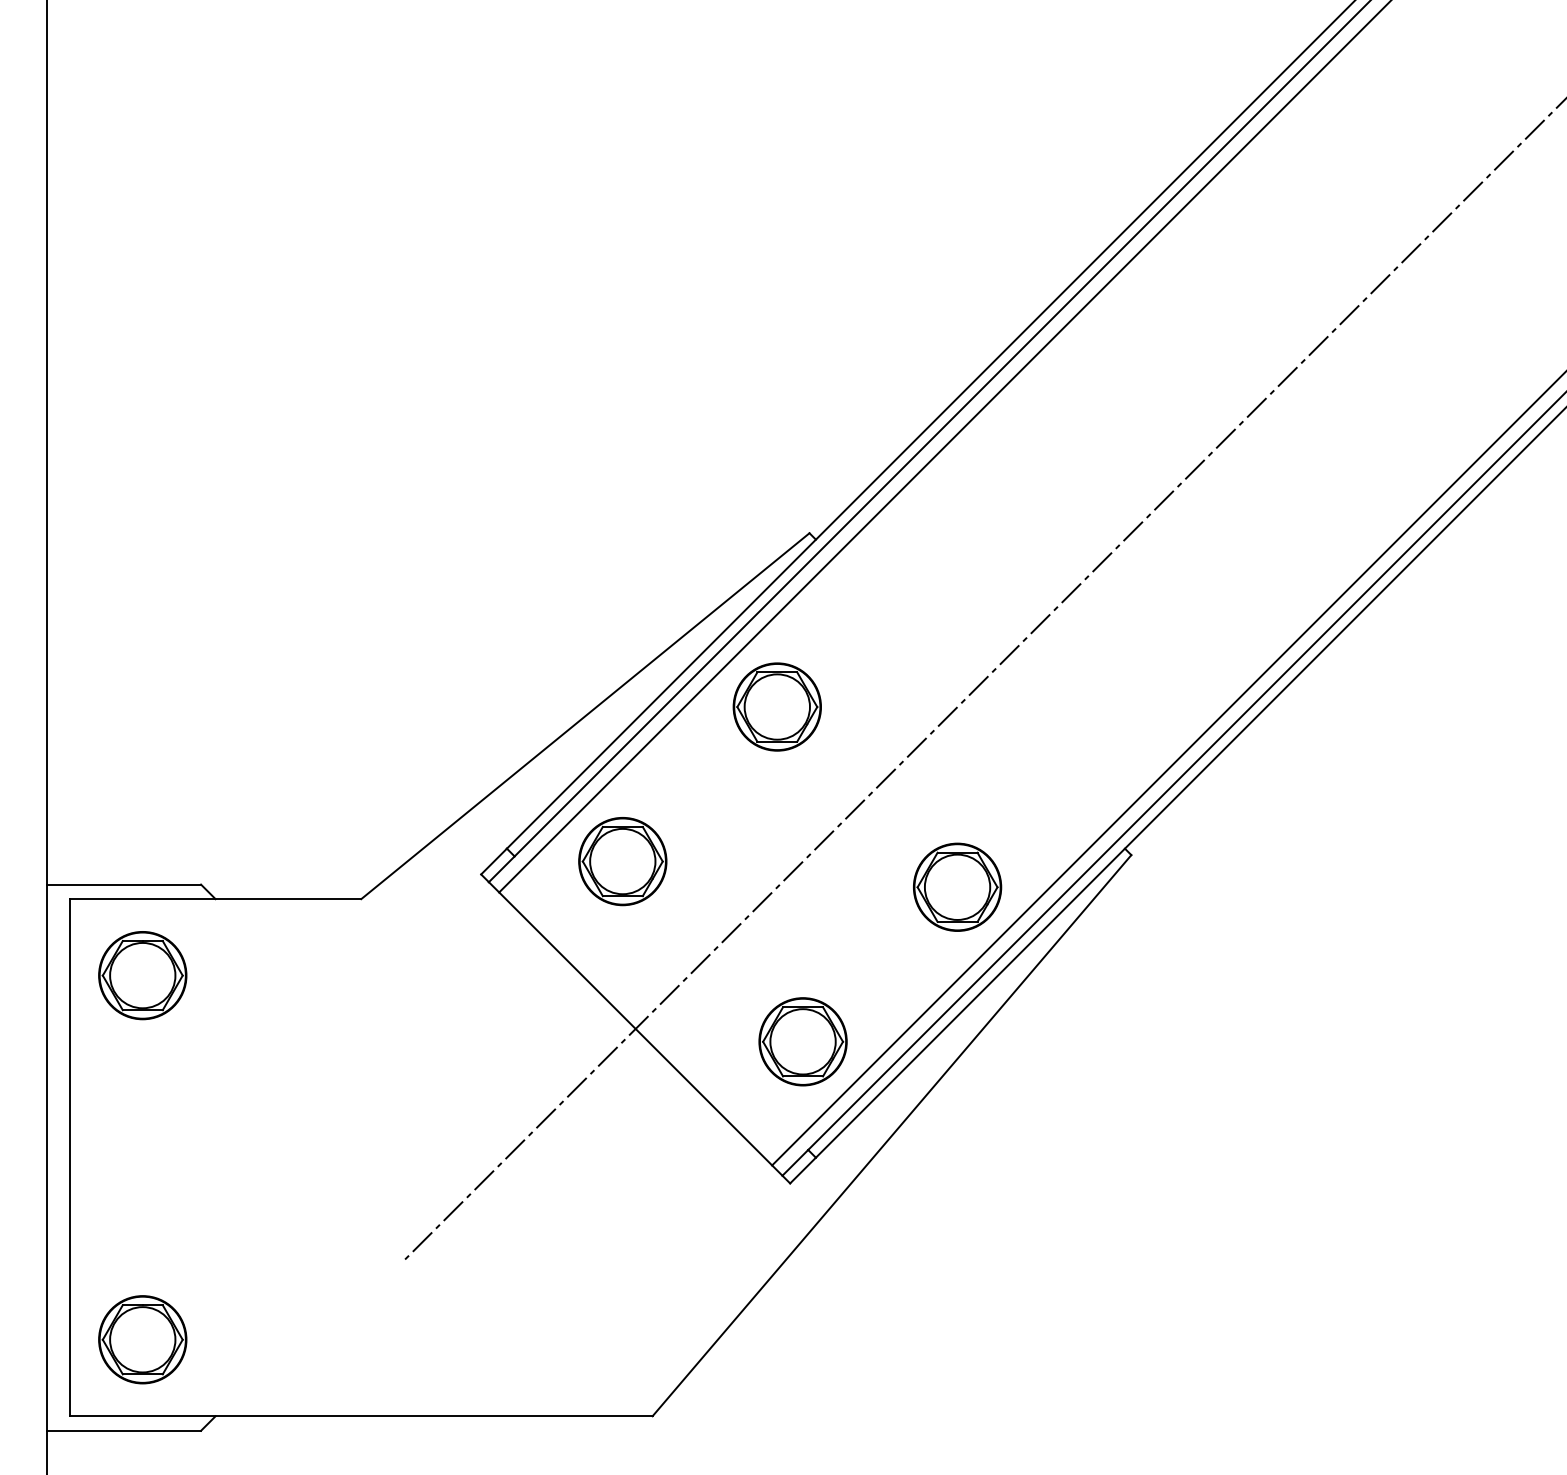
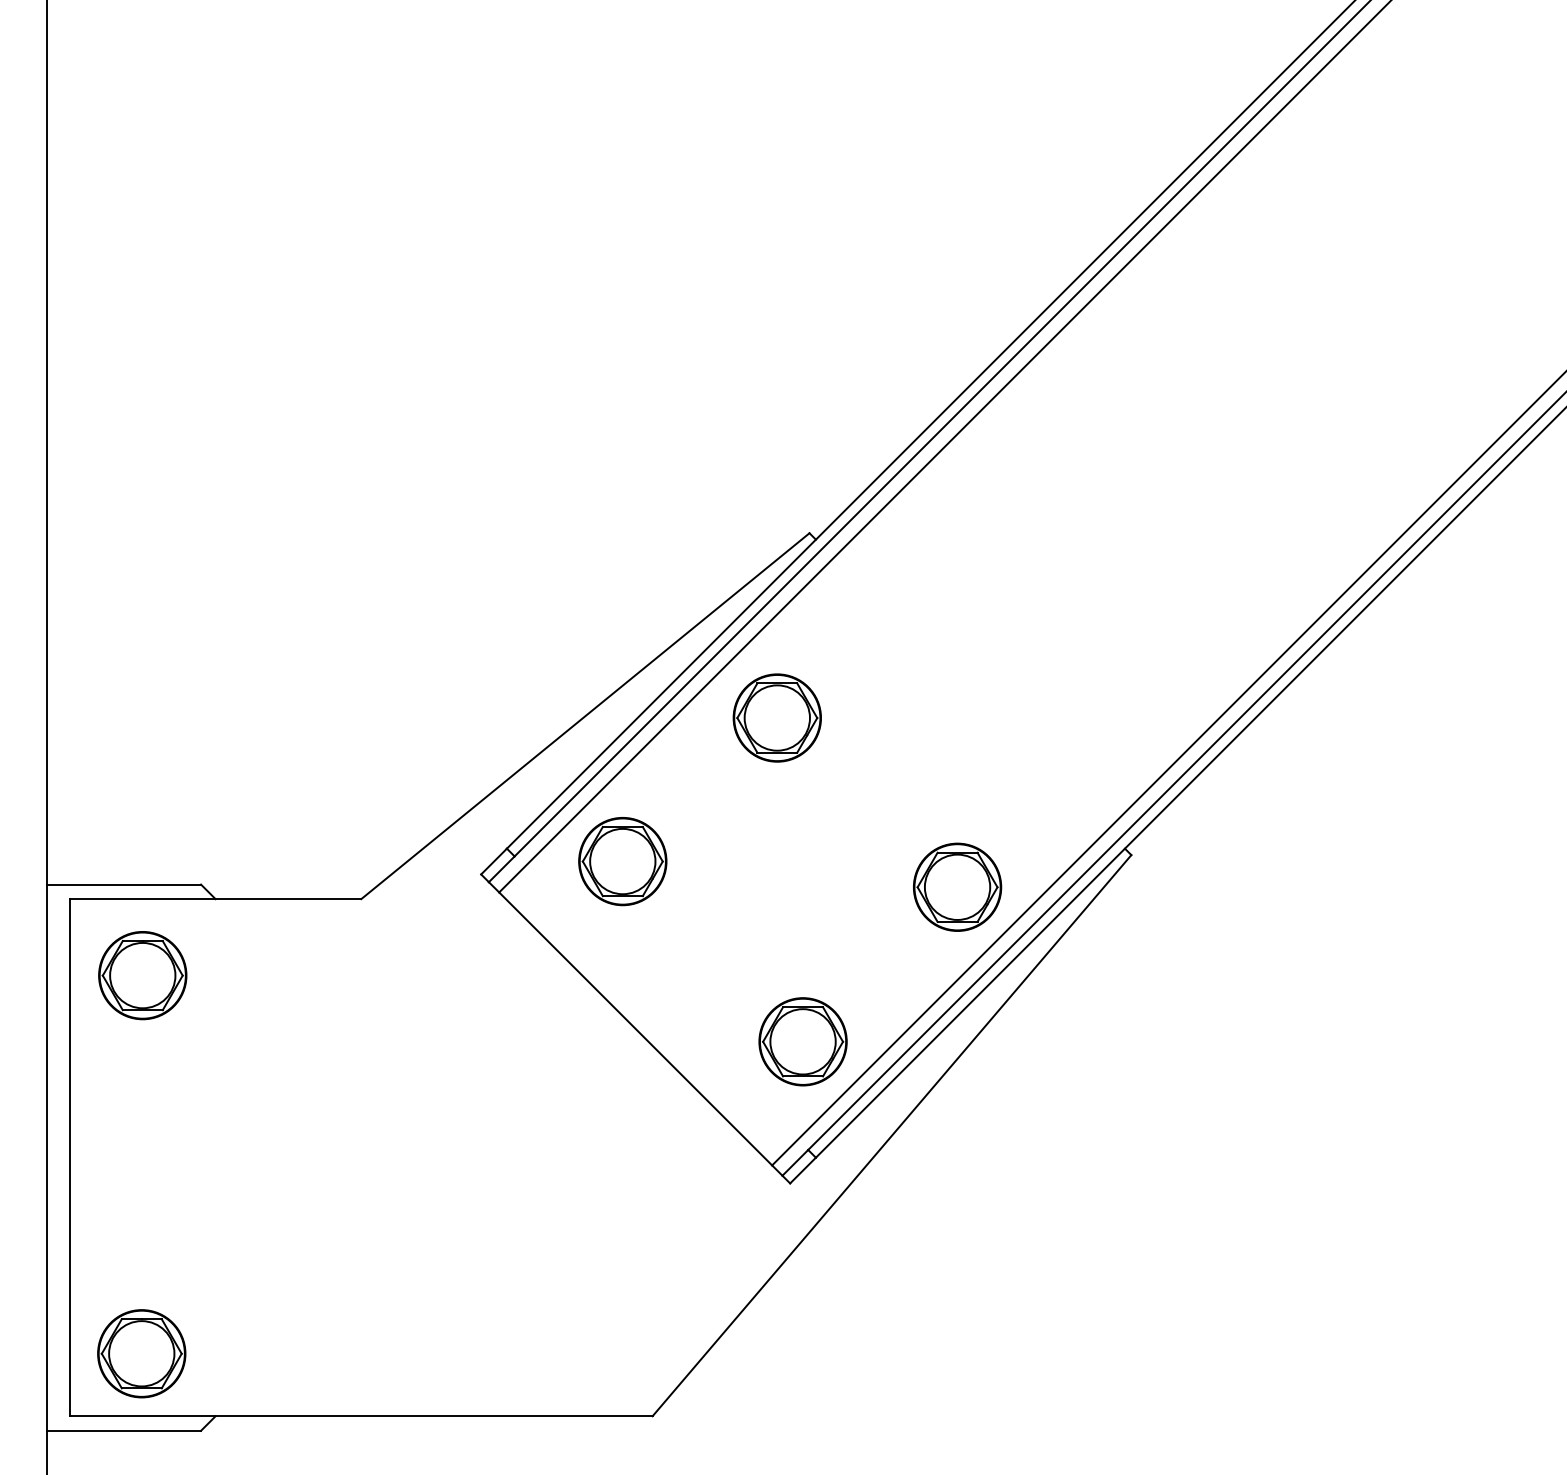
line at (983, 680): present -> none
part at (776, 706) position: (776, 706) -> (776, 717)
part at (142, 1339) position: (142, 1339) -> (141, 1353)
